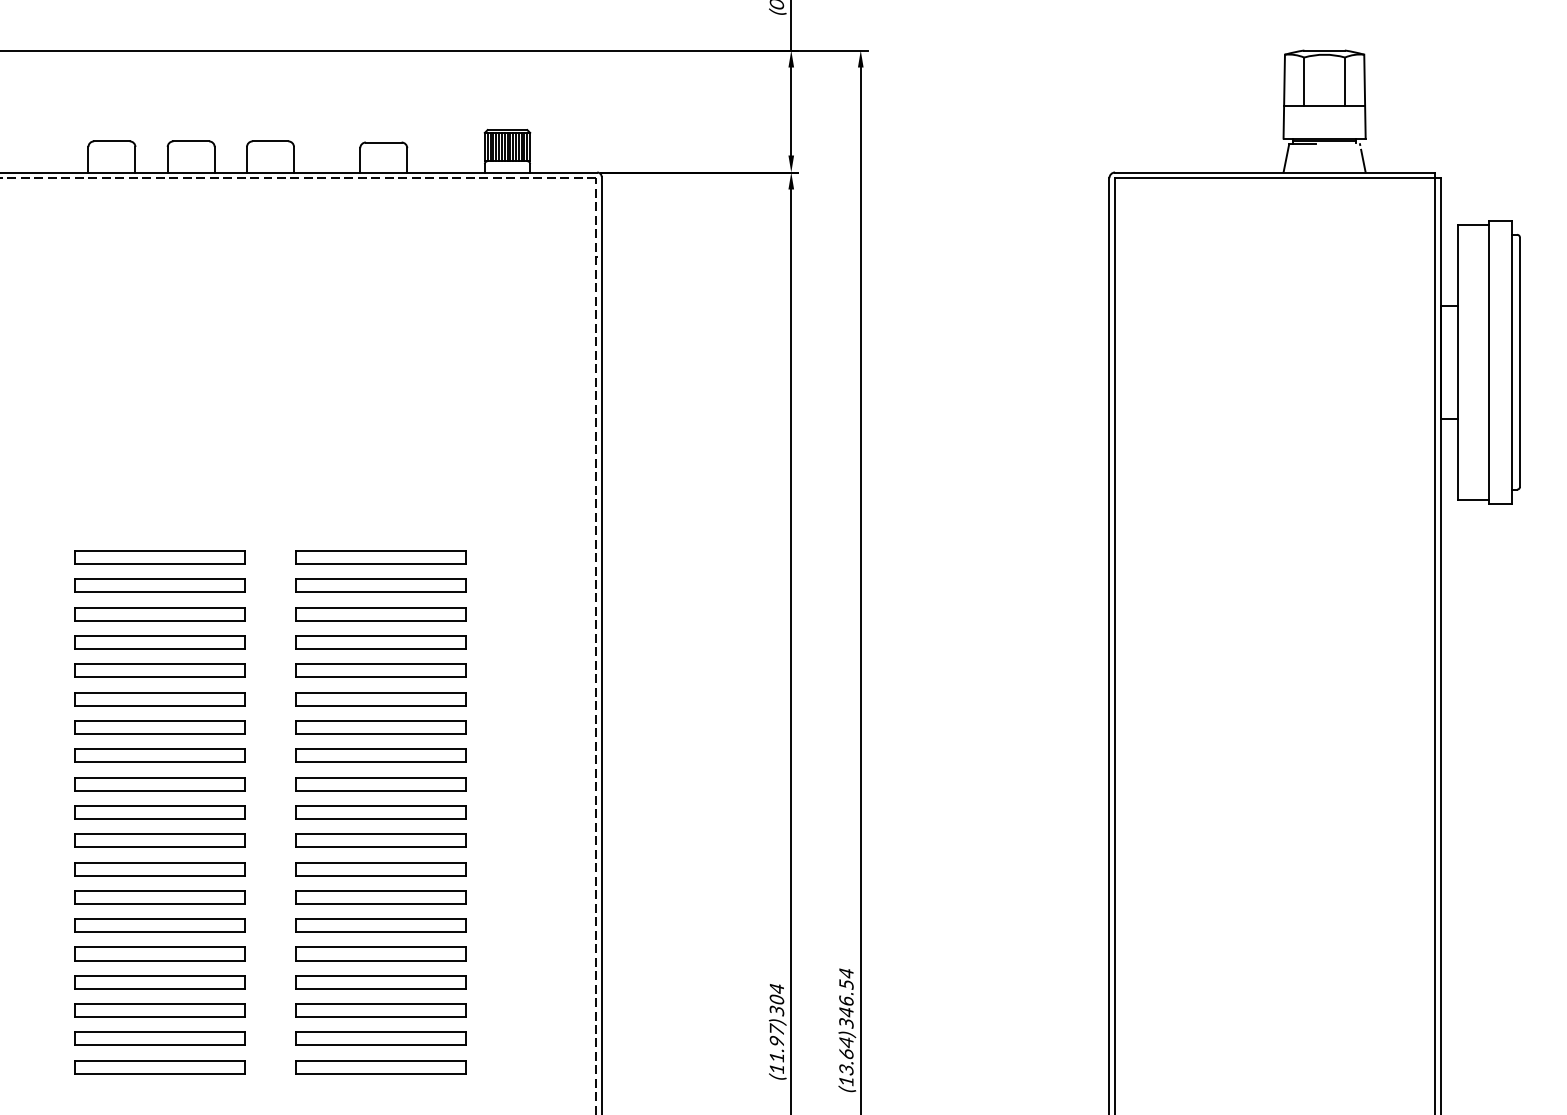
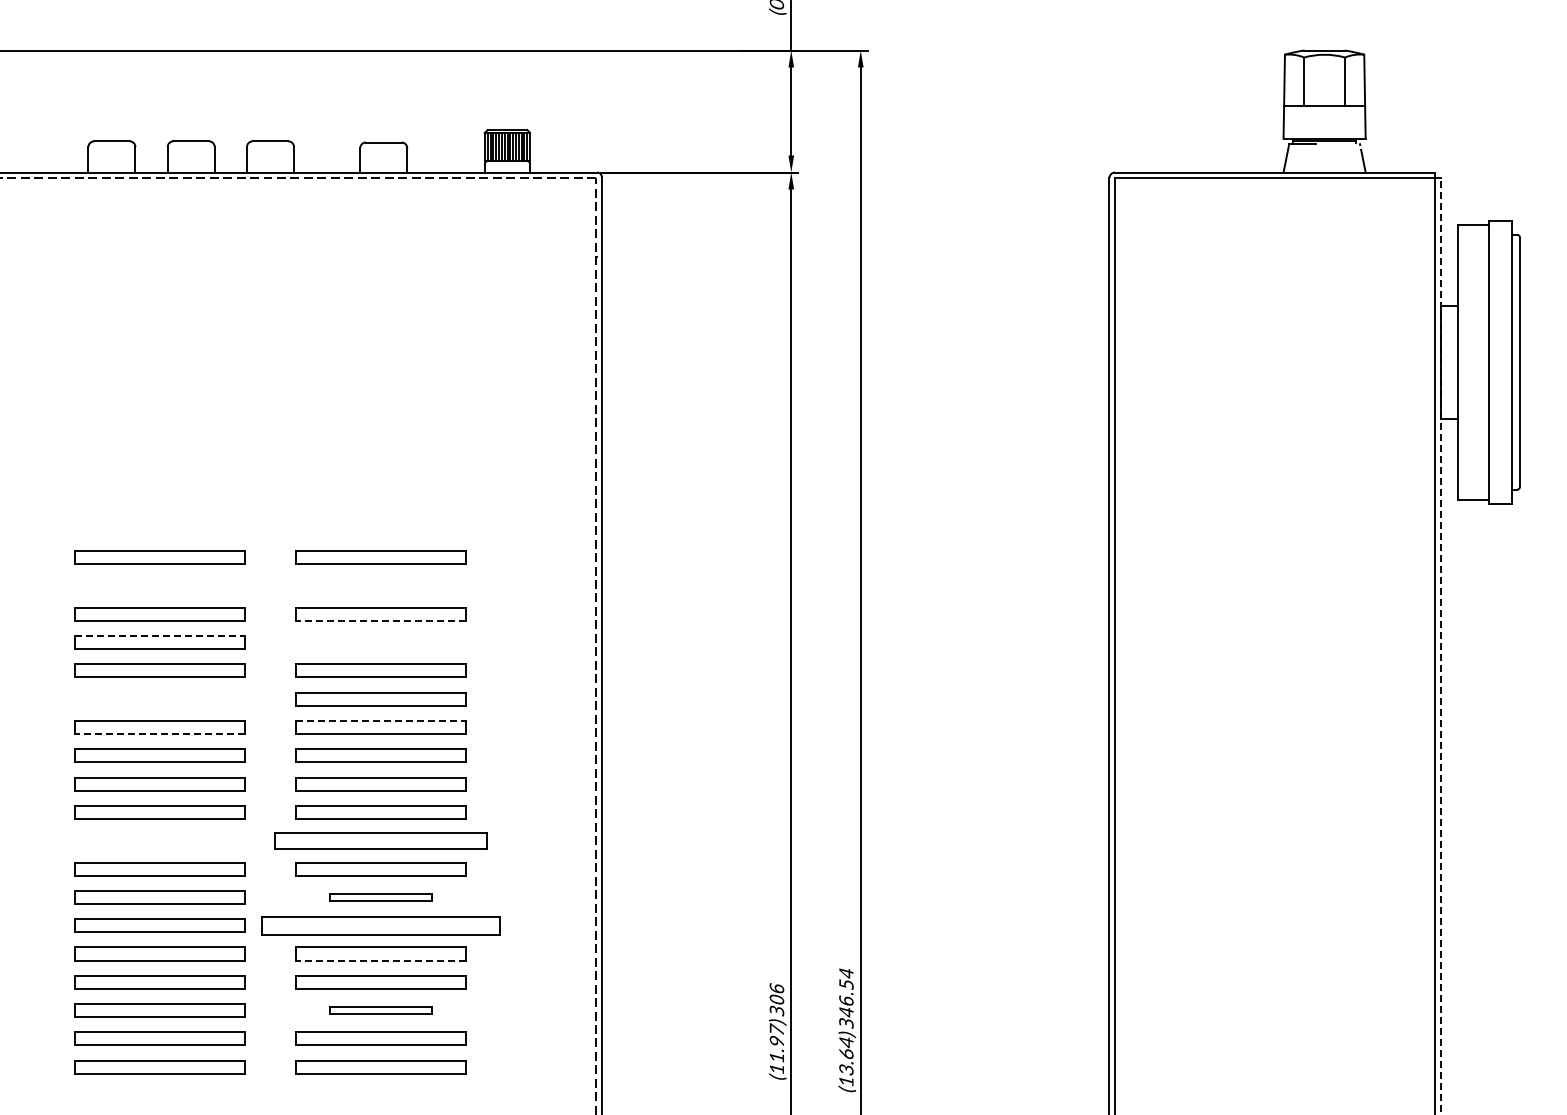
part at (159, 585): present -> none
part at (380, 585): present -> none
line at (380, 620): solid -> dashed
line at (160, 636): solid -> dashed
part at (380, 642): present -> none
line at (1440, 646): solid -> dashed
part at (159, 699): present -> none
line at (380, 720): solid -> dashed
line at (160, 734): solid -> dashed
part at (159, 840): present -> none
part at (380, 840) size: 172x15 px -> 214x18 px
part at (380, 897) size: 172x15 px -> 104x9 px
part at (380, 925) size: 172x15 px -> 240x20 px
line at (380, 960): solid -> dashed
text at (776, 988): 304 -> 306
part at (380, 1010) size: 172x15 px -> 104x9 px
